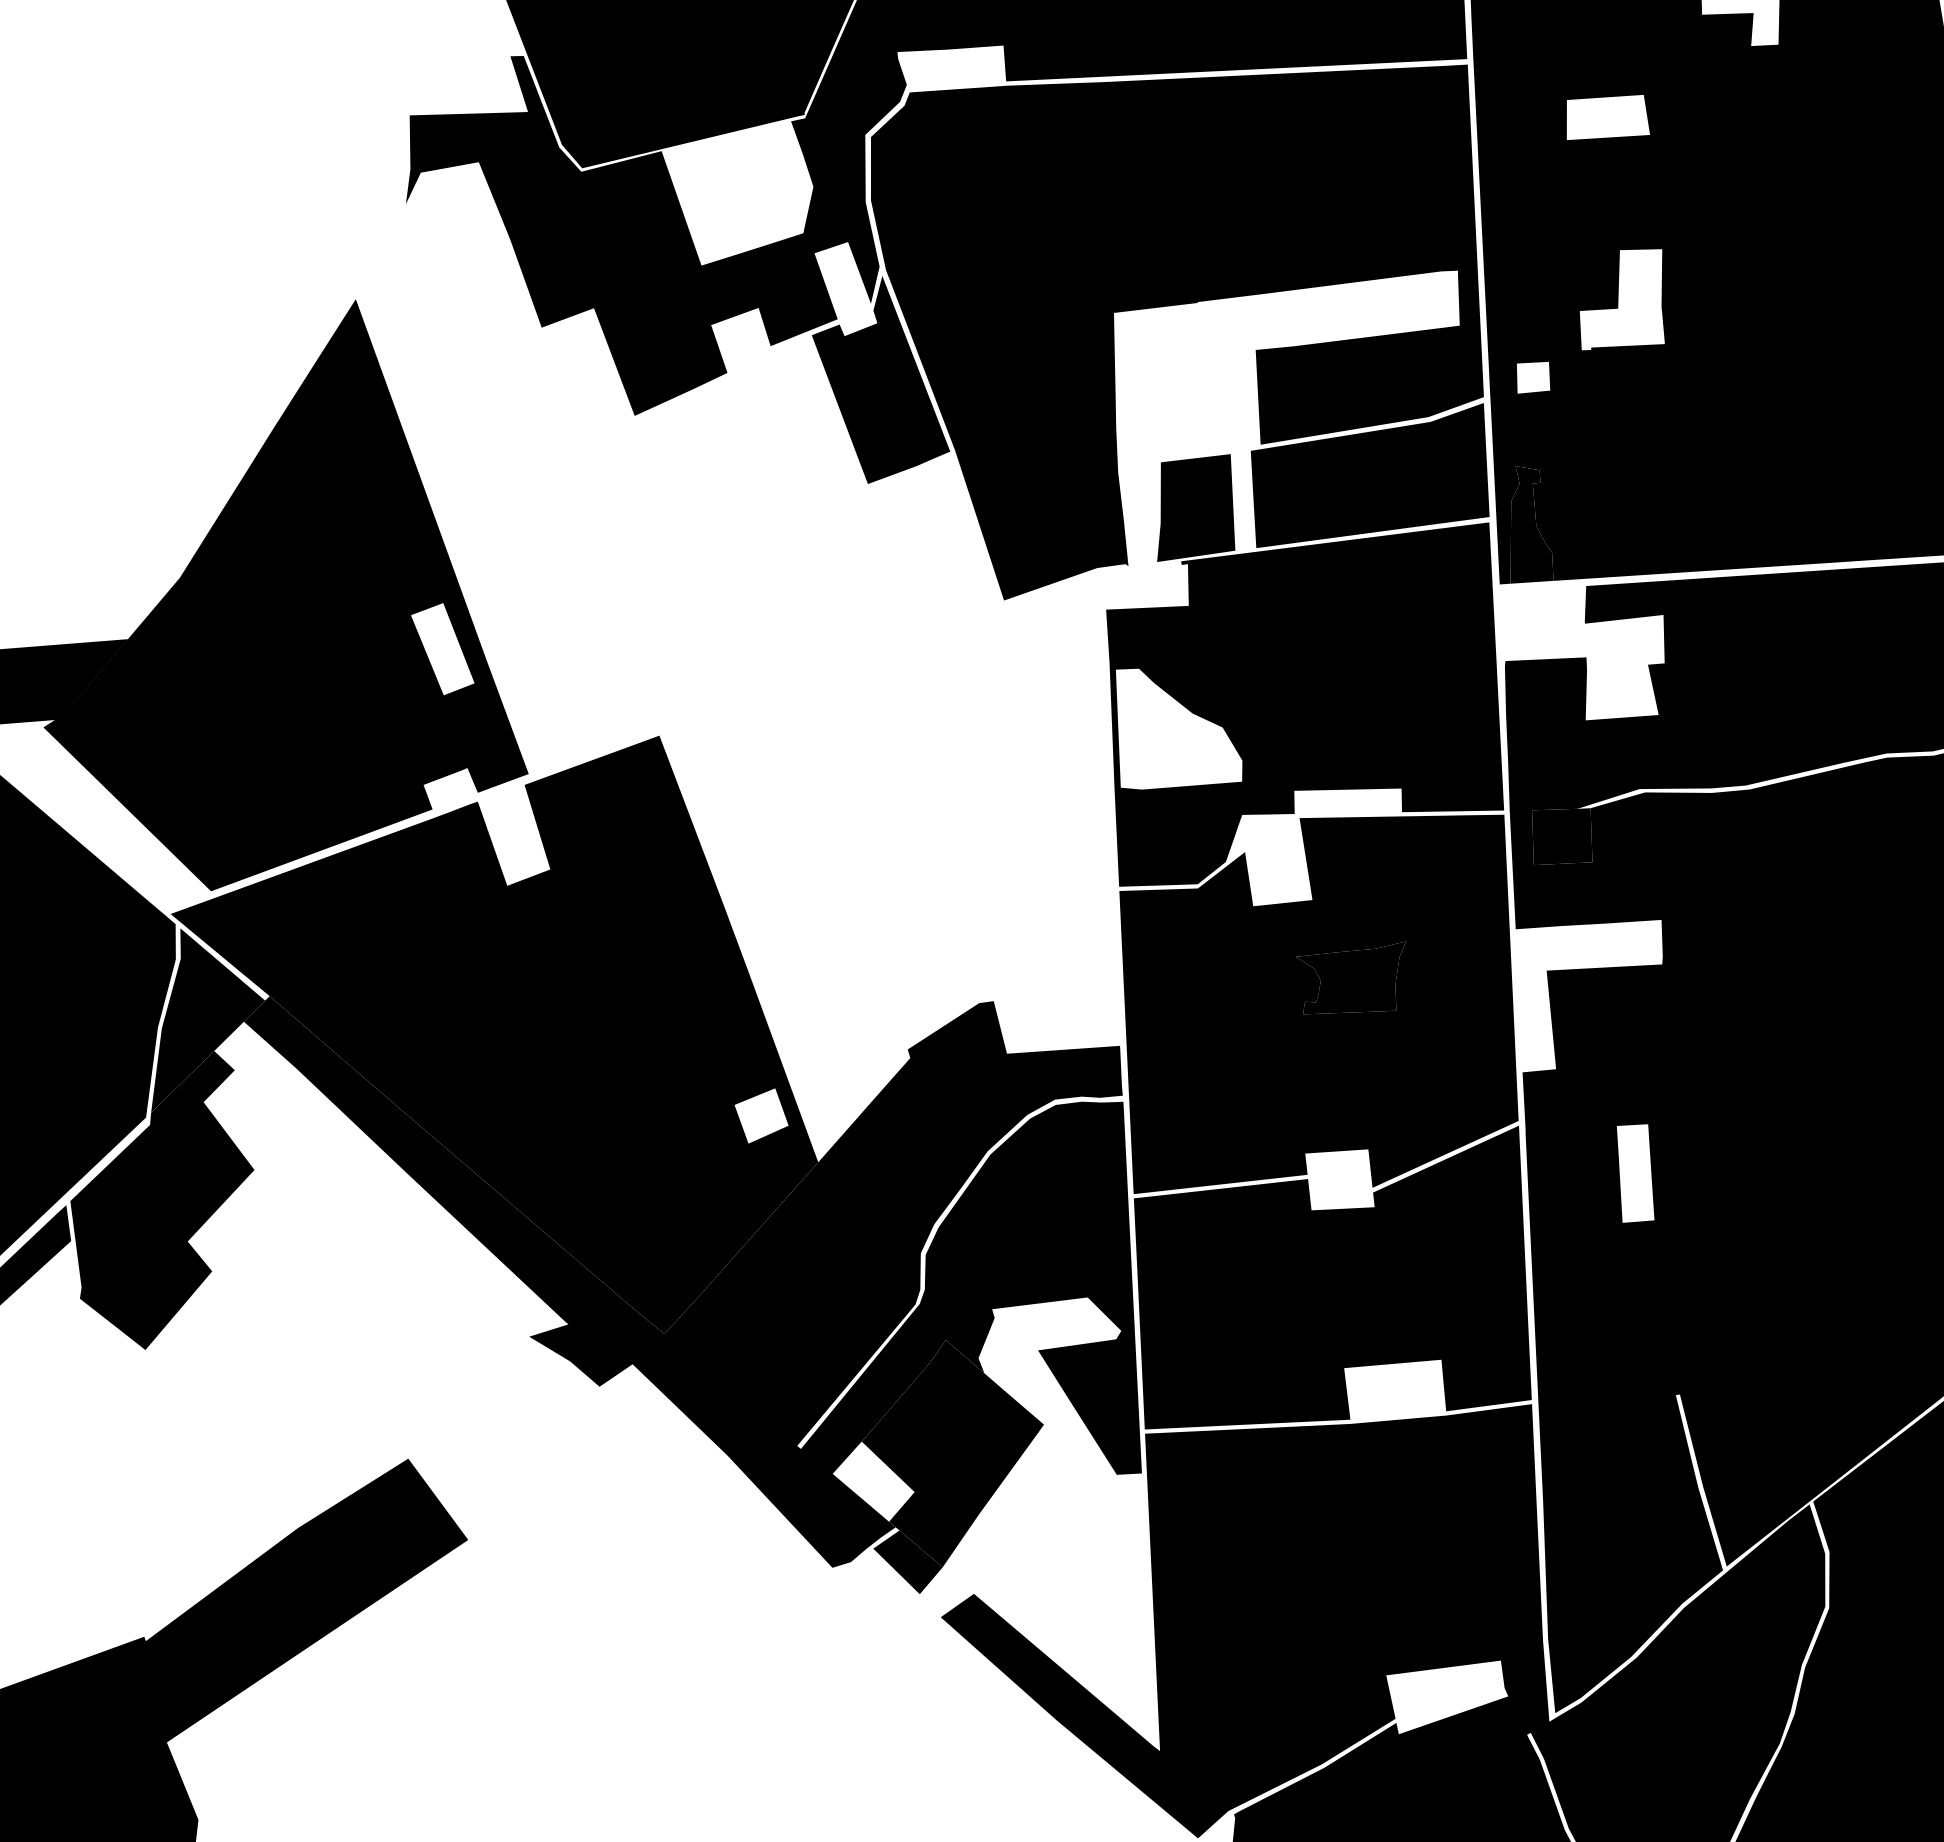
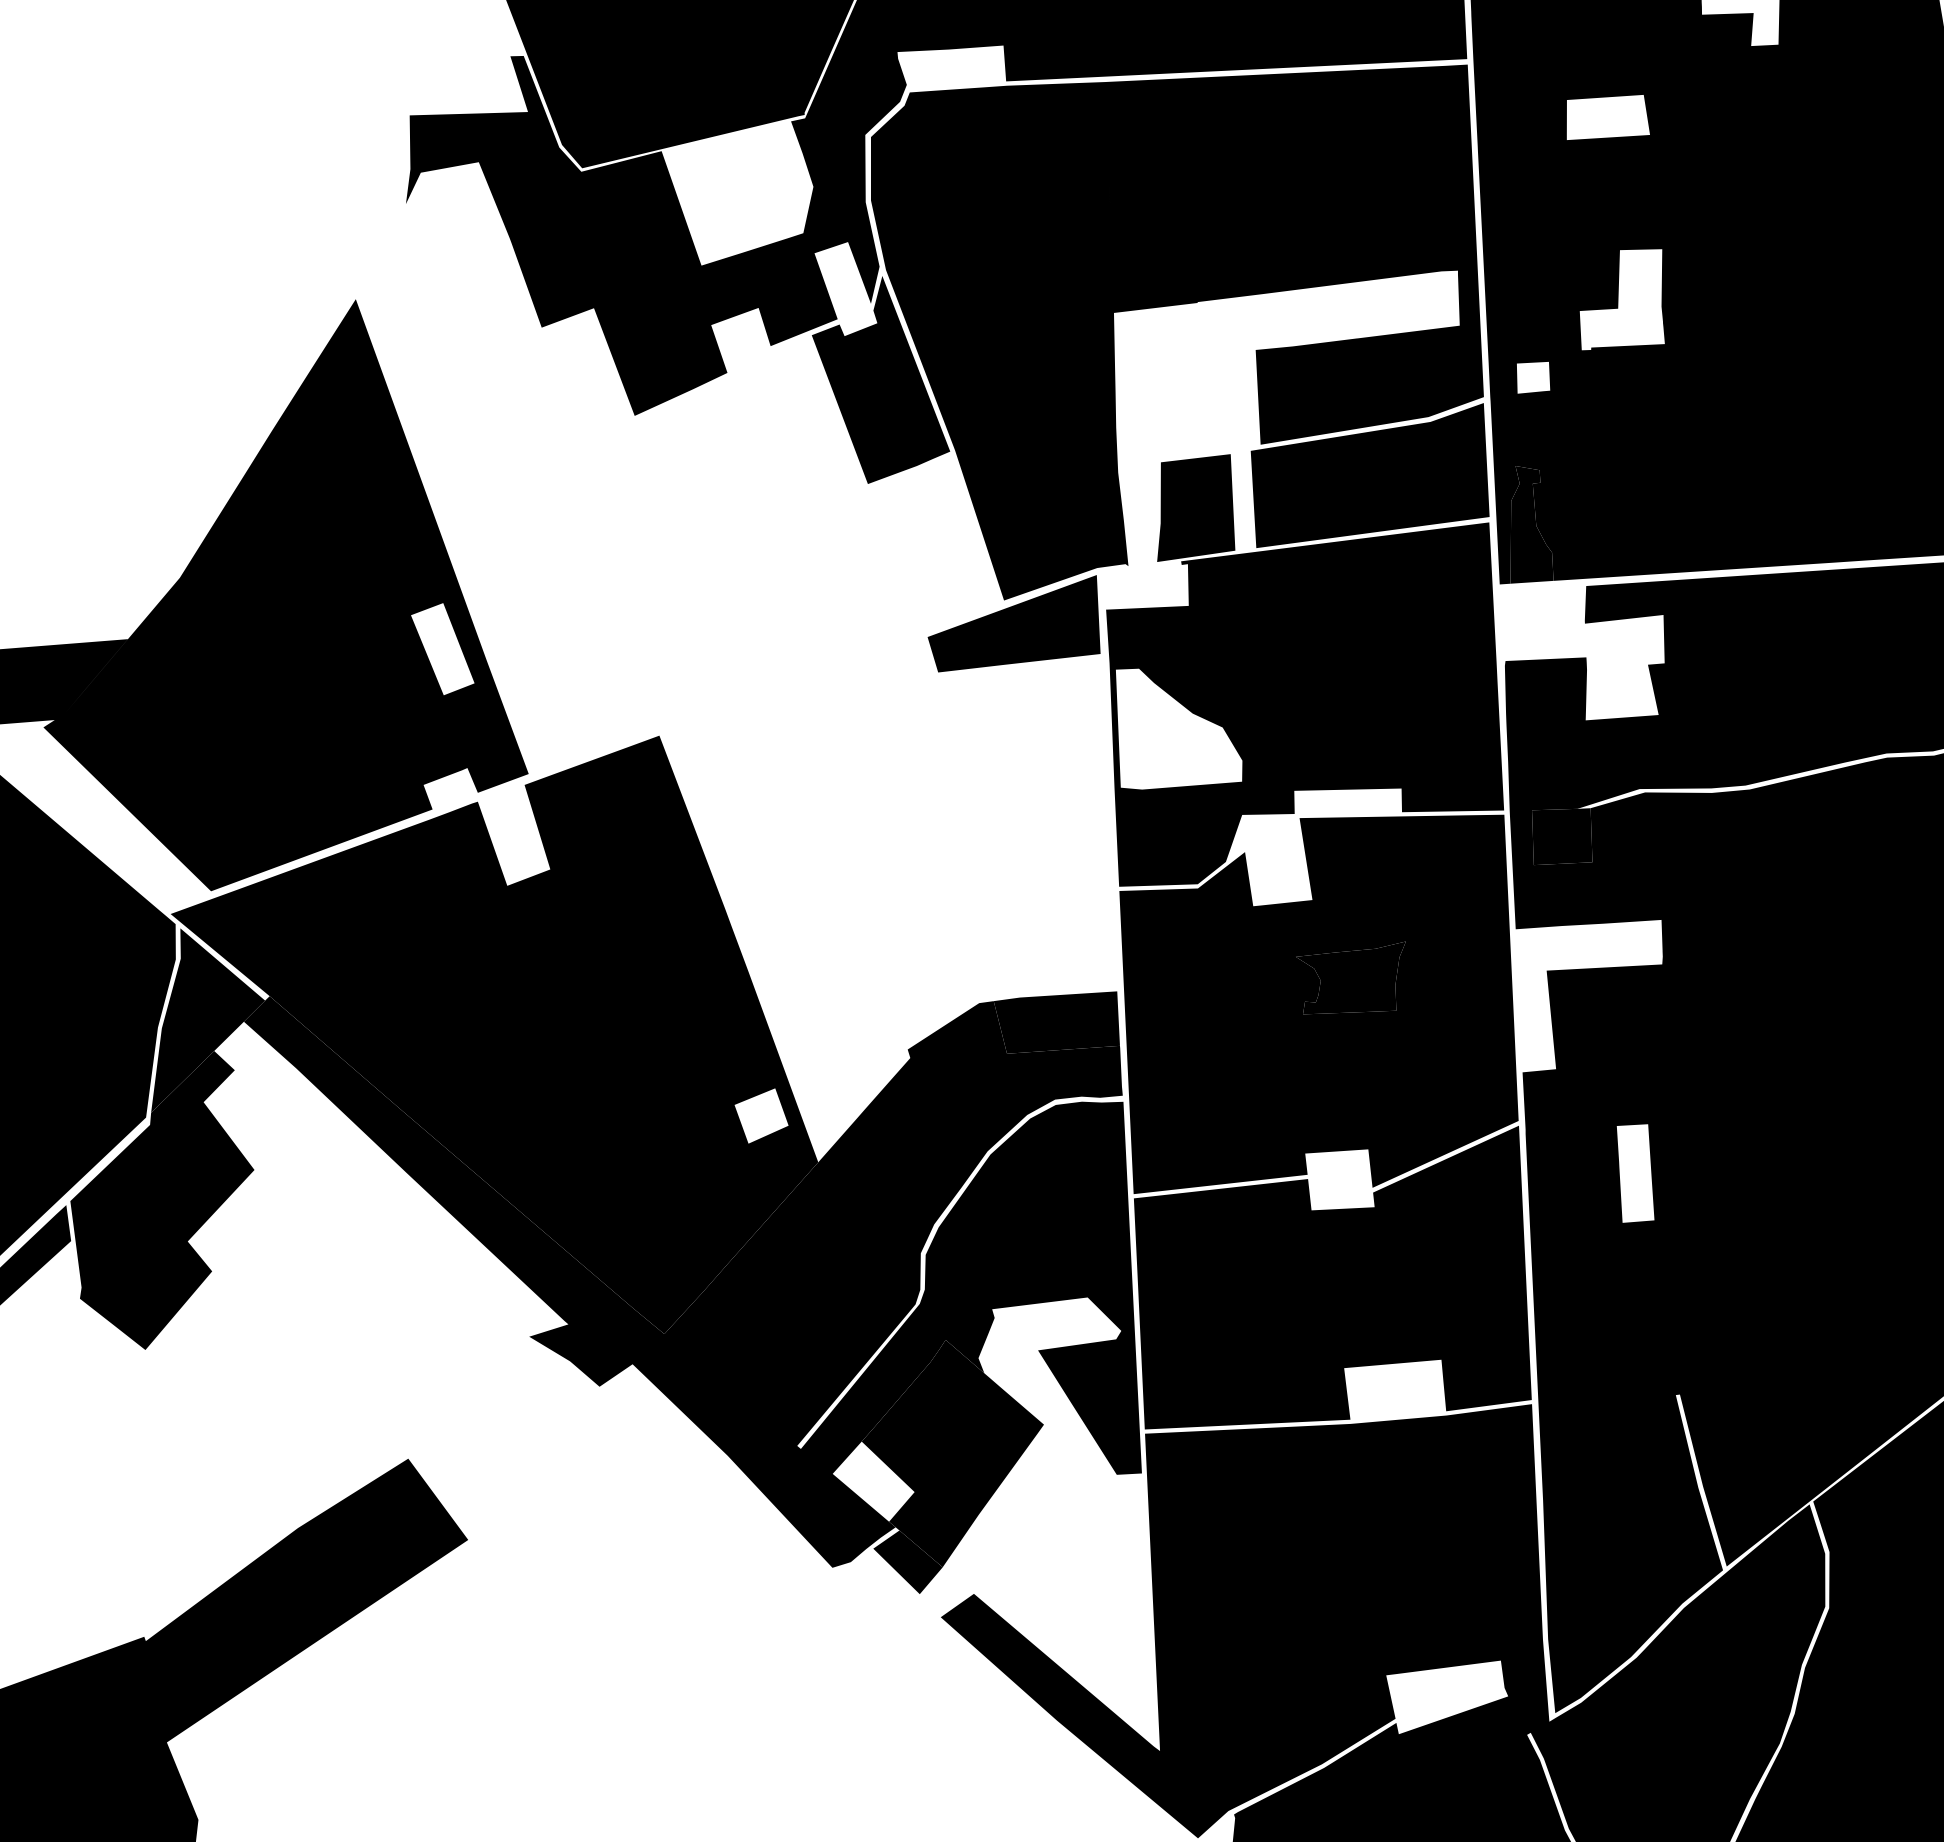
fill at (1013, 623): none -> present
fill at (1056, 1022): none -> present
